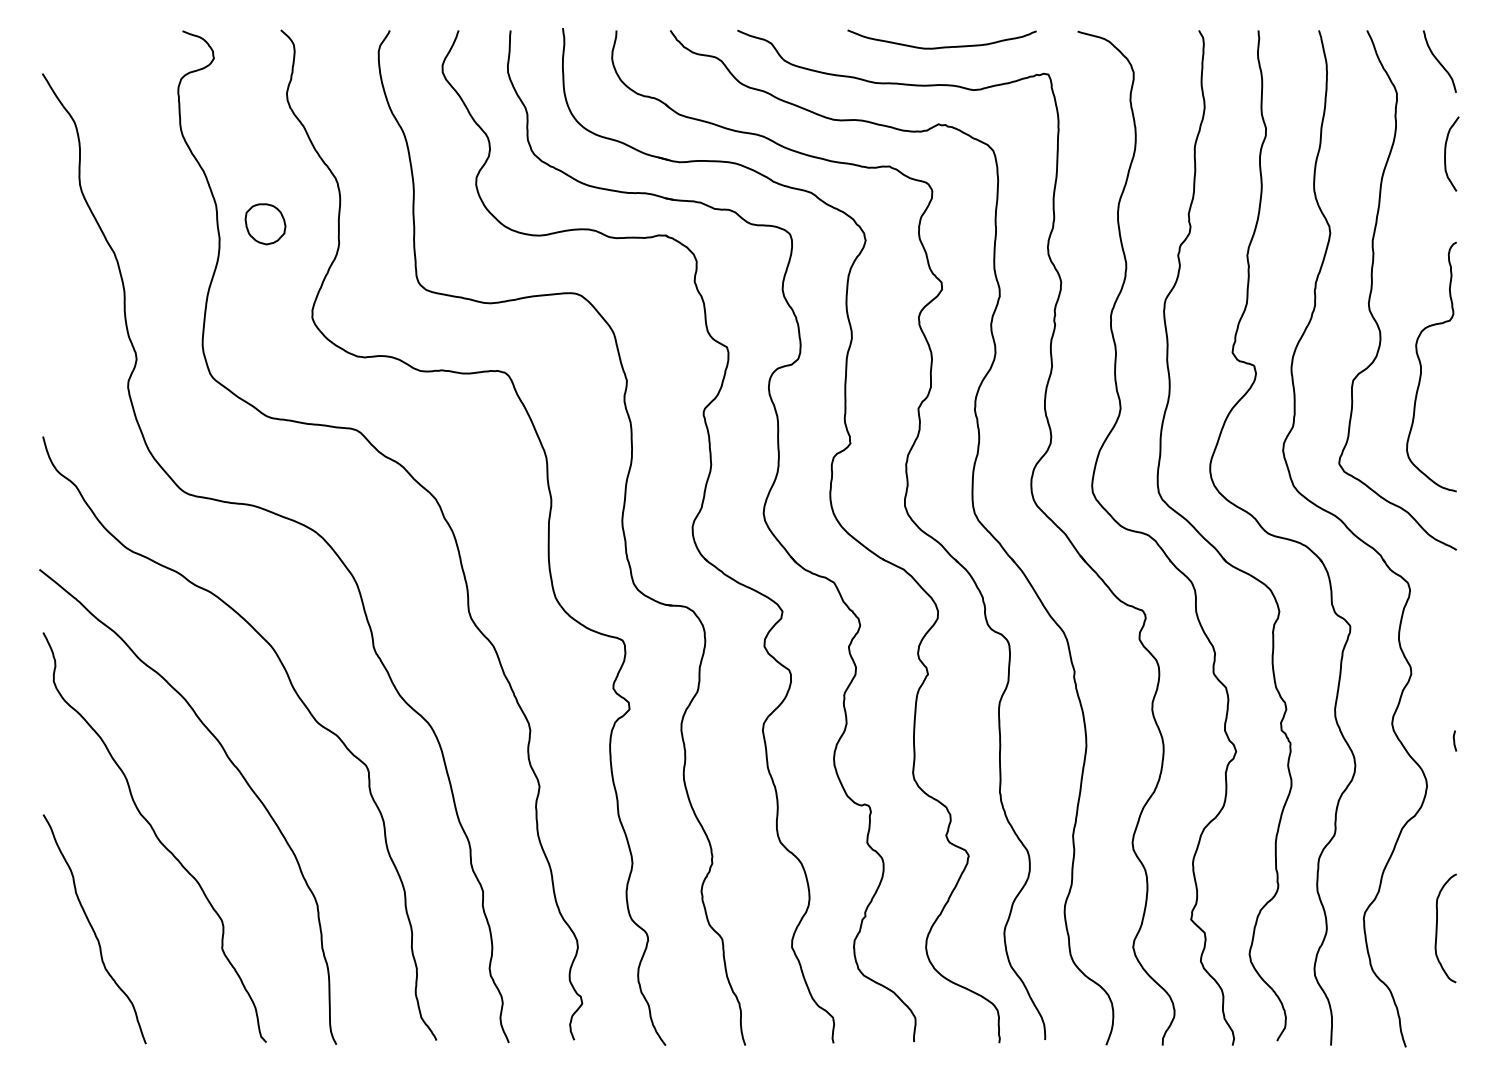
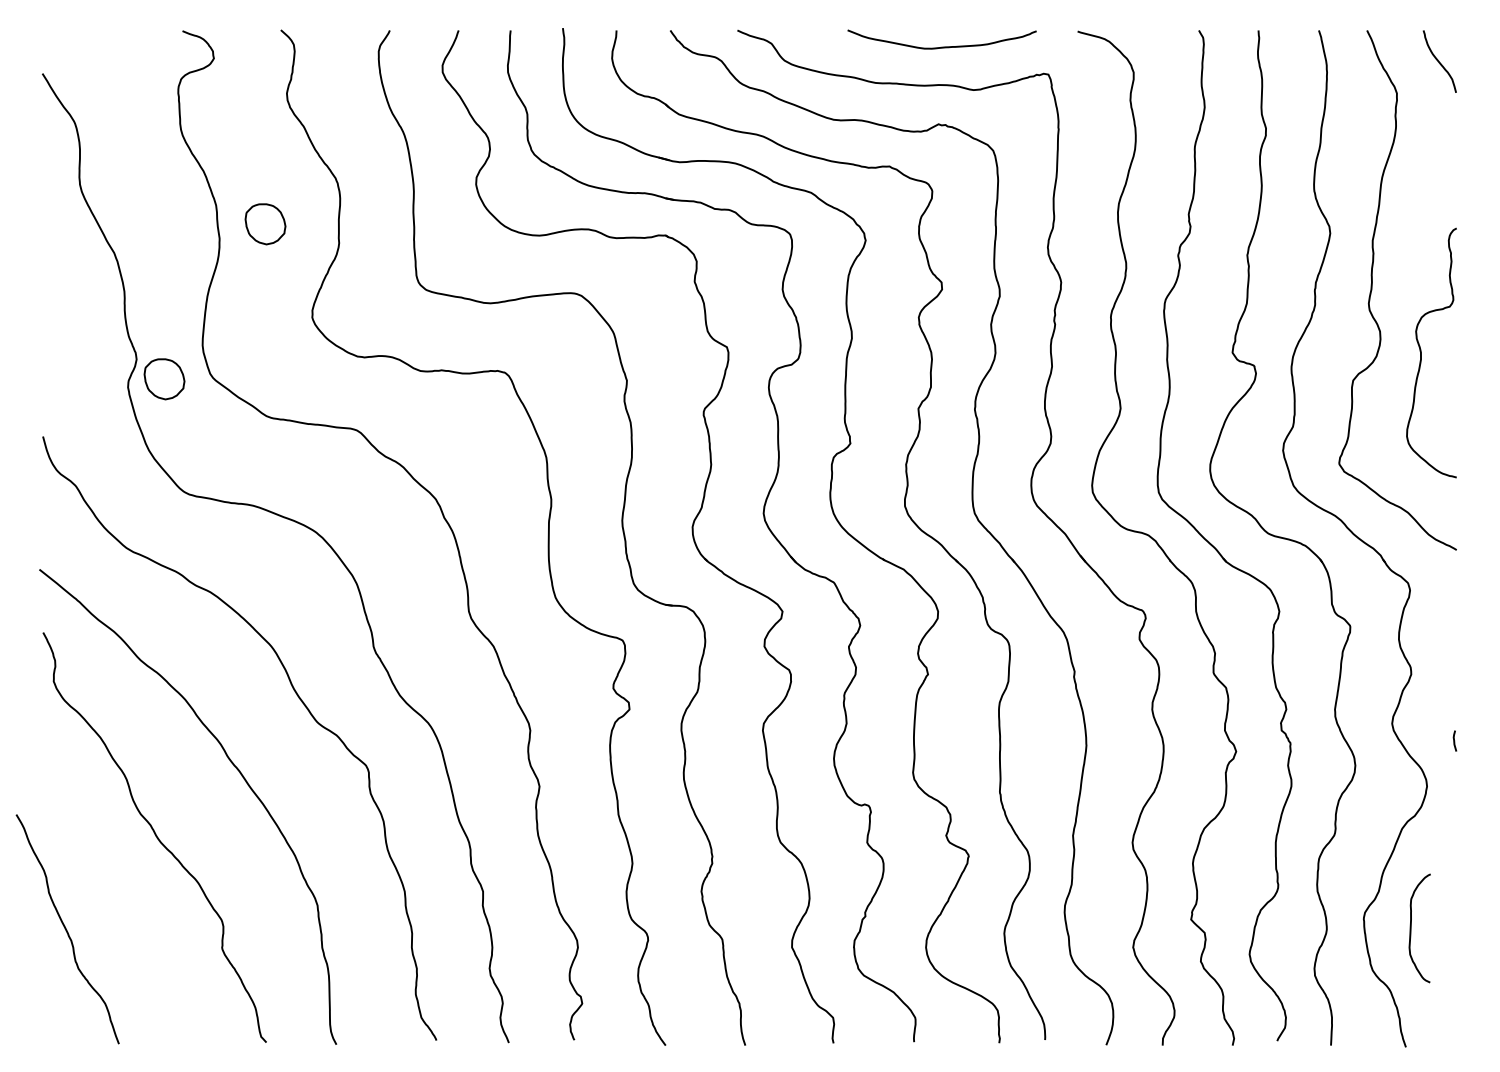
curve at (1446, 150): present -> none
curve at (1421, 366) position: (1421, 366) -> (1421, 352)
part at (164, 379): none -> present
curve at (1437, 928) position: (1437, 928) -> (1411, 928)
curve at (93, 929) position: (93, 929) -> (66, 929)
